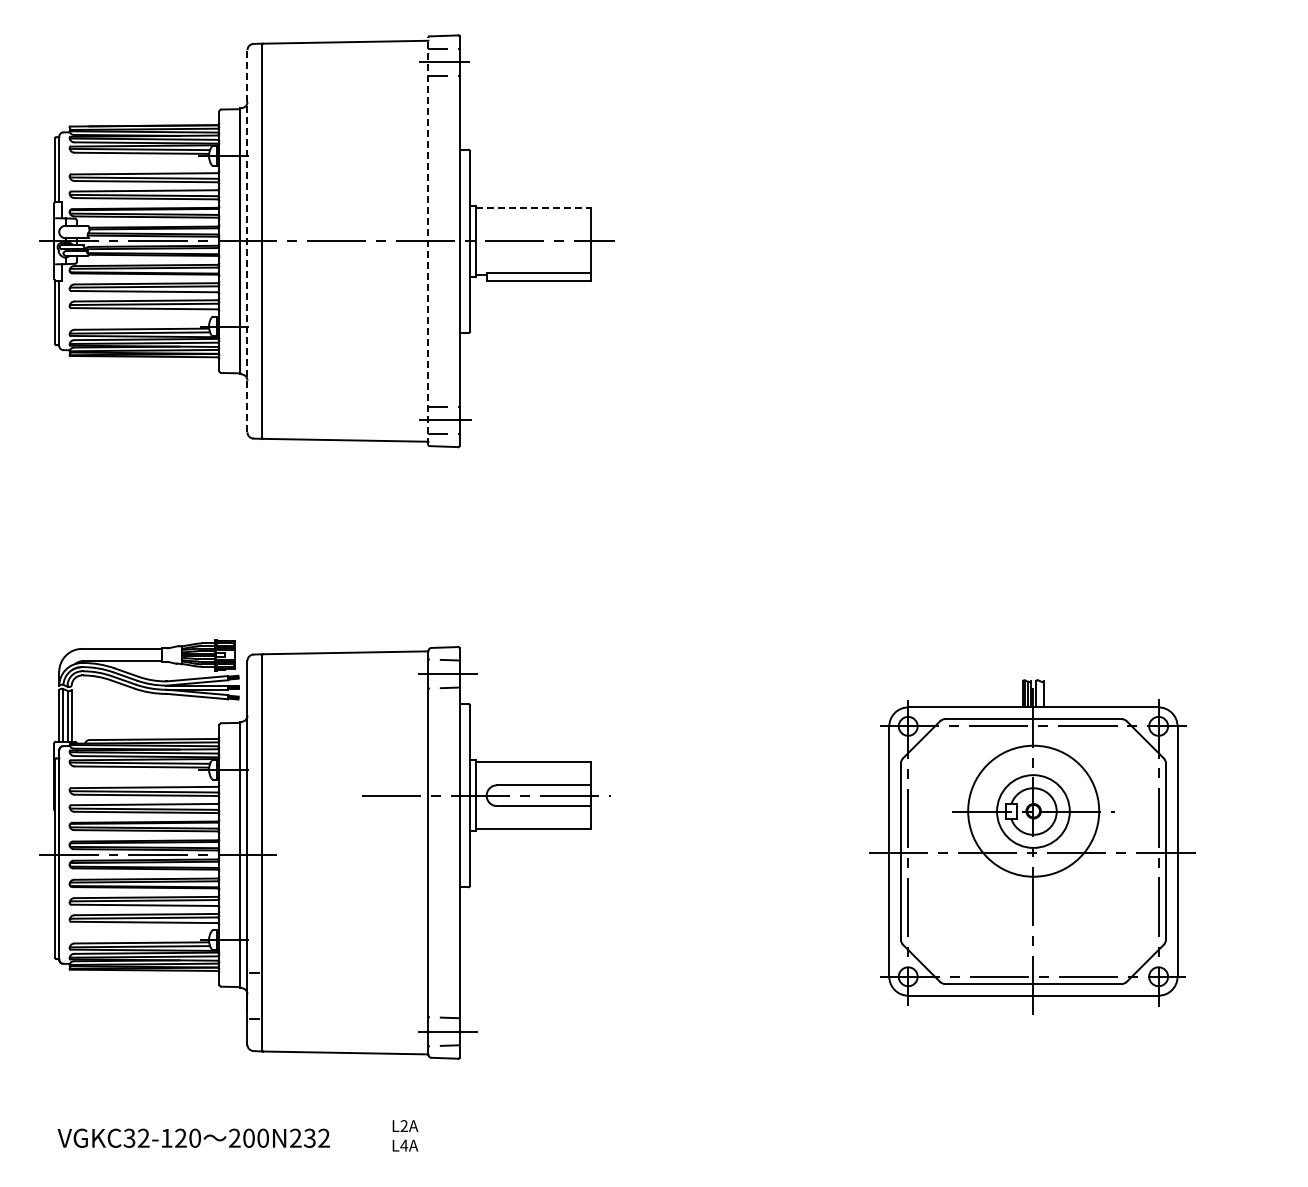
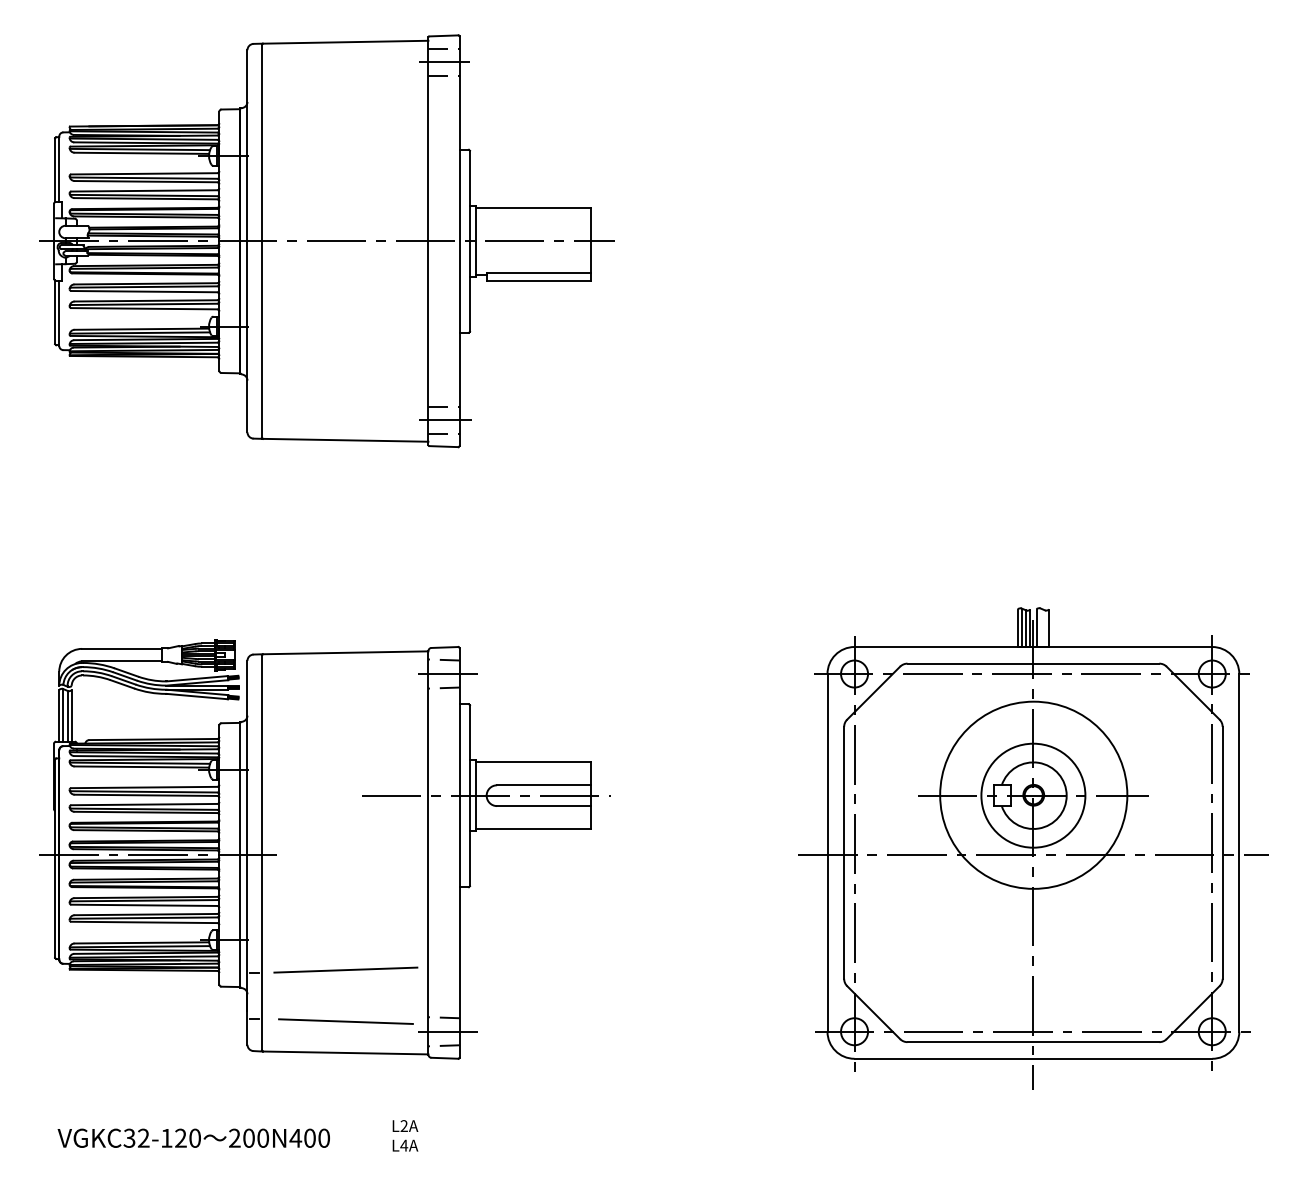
line at (533, 208): dashed -> solid
line at (247, 240): dashed -> solid
line at (428, 241): dashed -> solid
part at (1032, 846) size: 327x336 px -> 471x483 px
line at (345, 969): none -> present
line at (345, 1021): none -> present
text at (309, 1137): 200N232 -> 200N400
